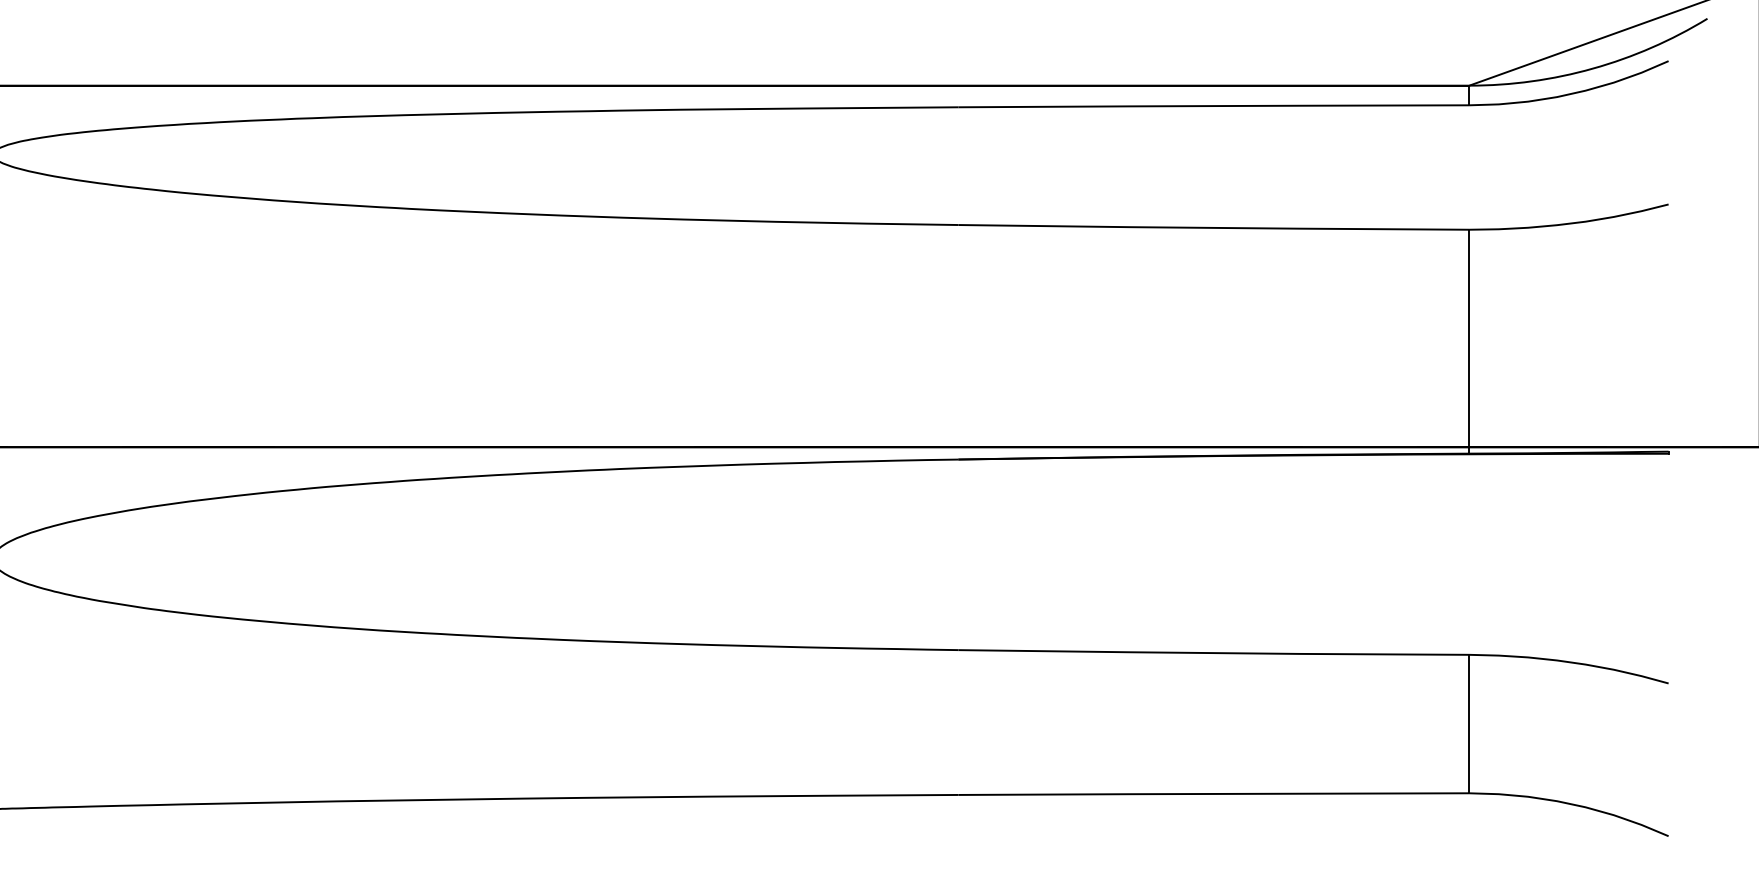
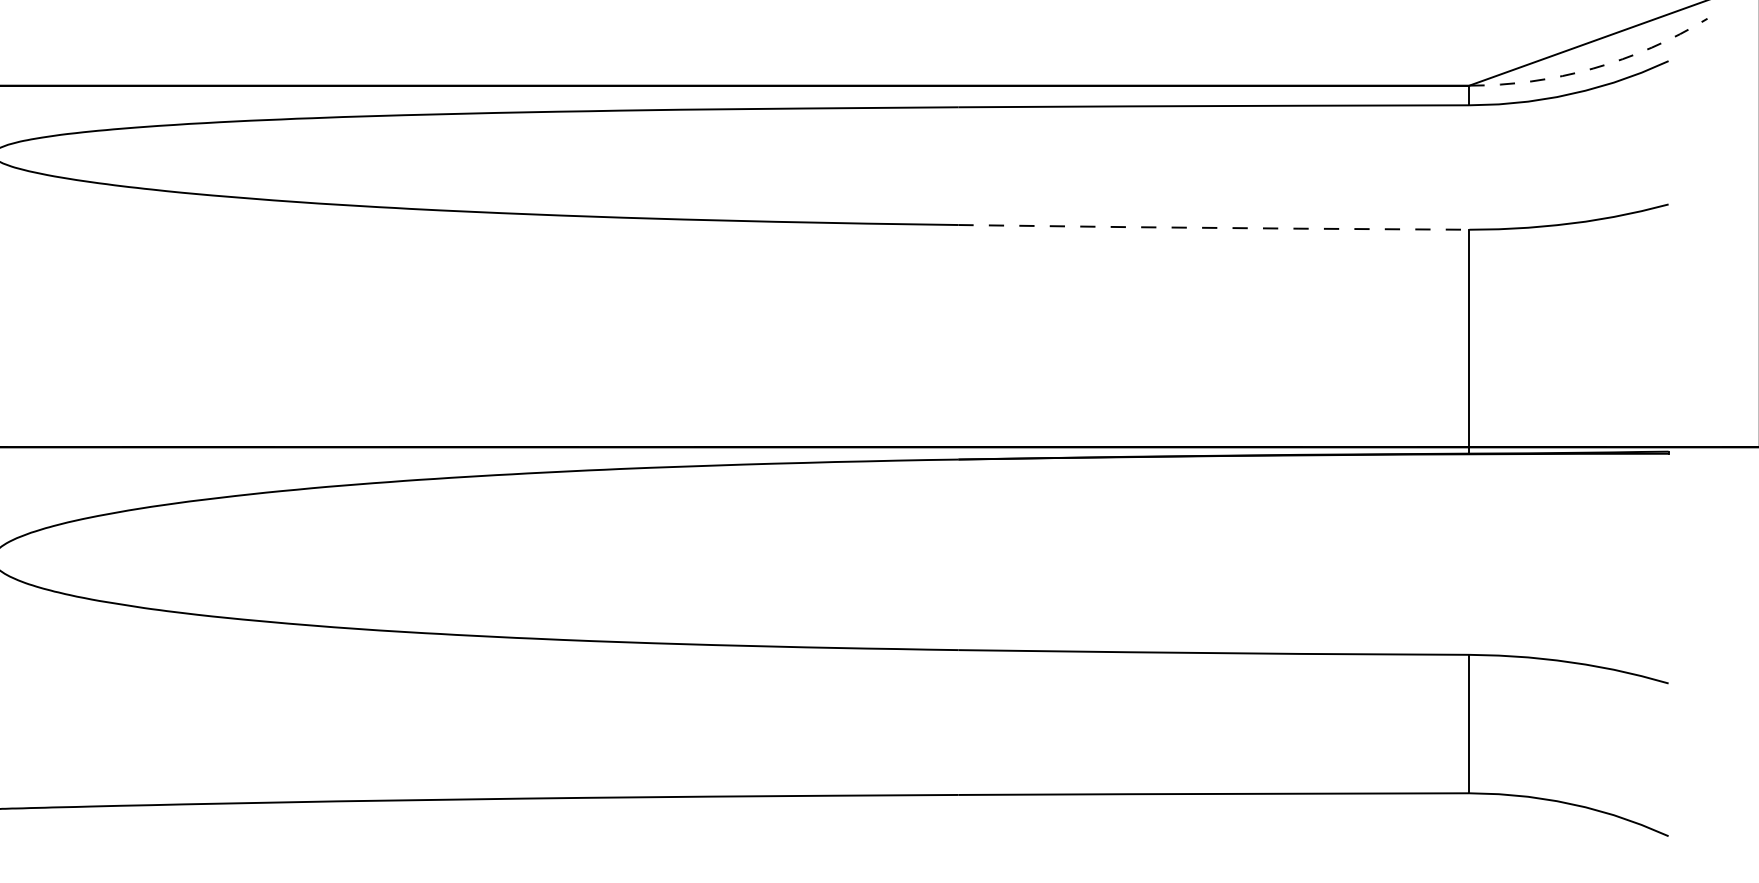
arc at (1593, 68): solid -> dashed
line at (1214, 227): solid -> dashed
